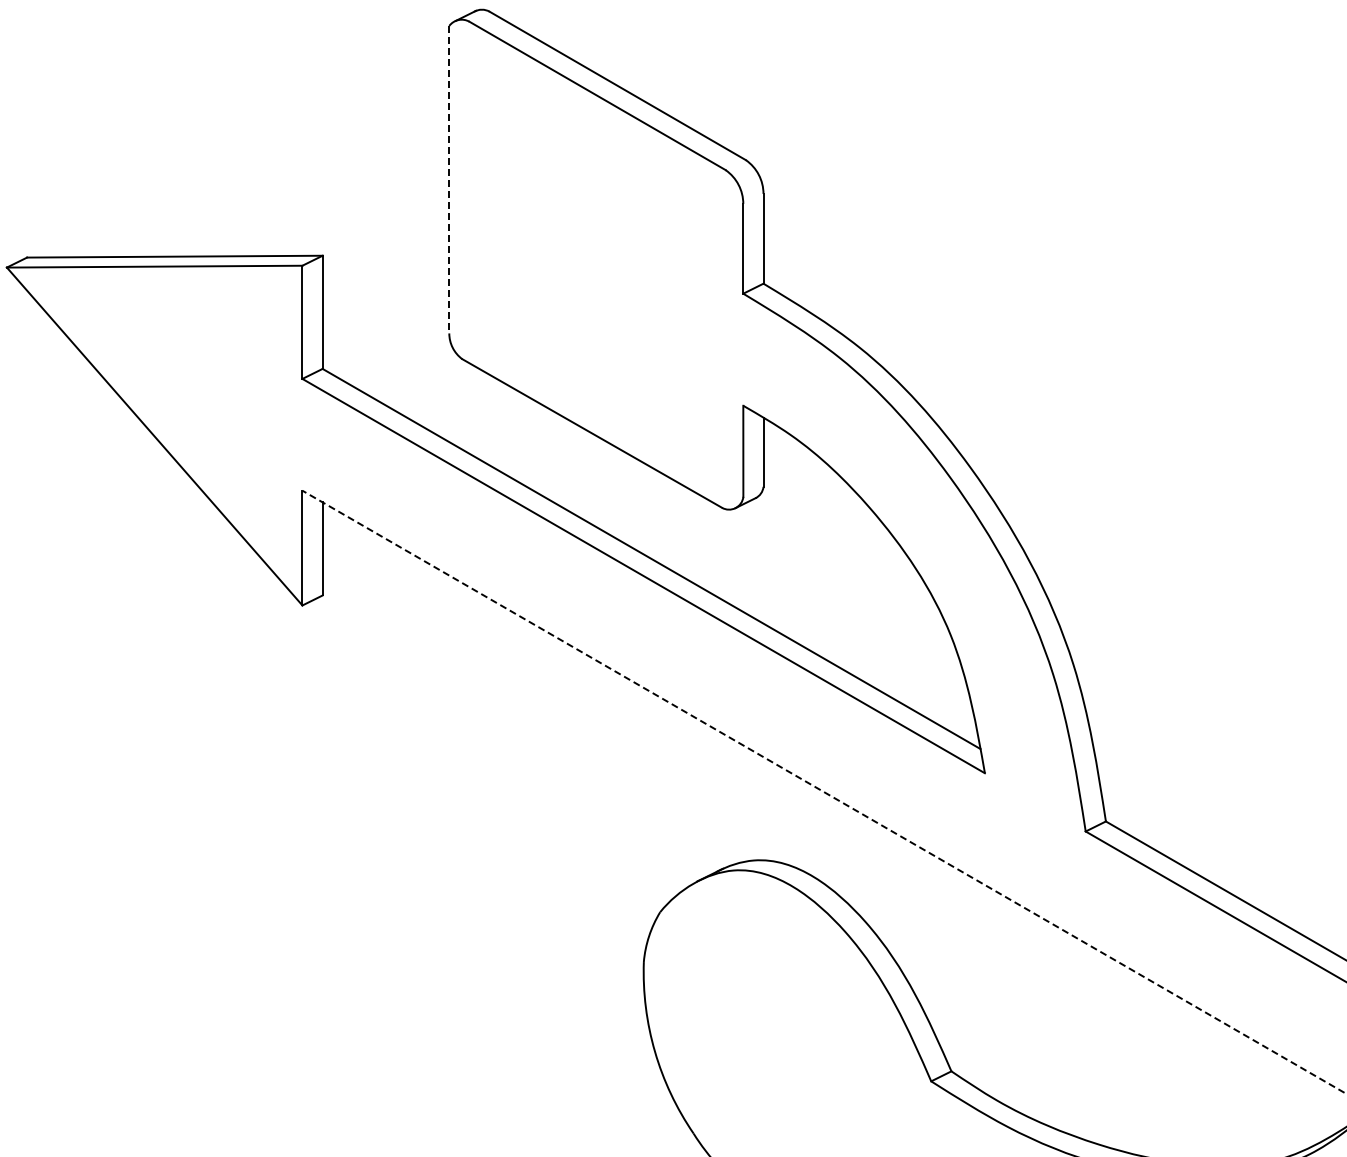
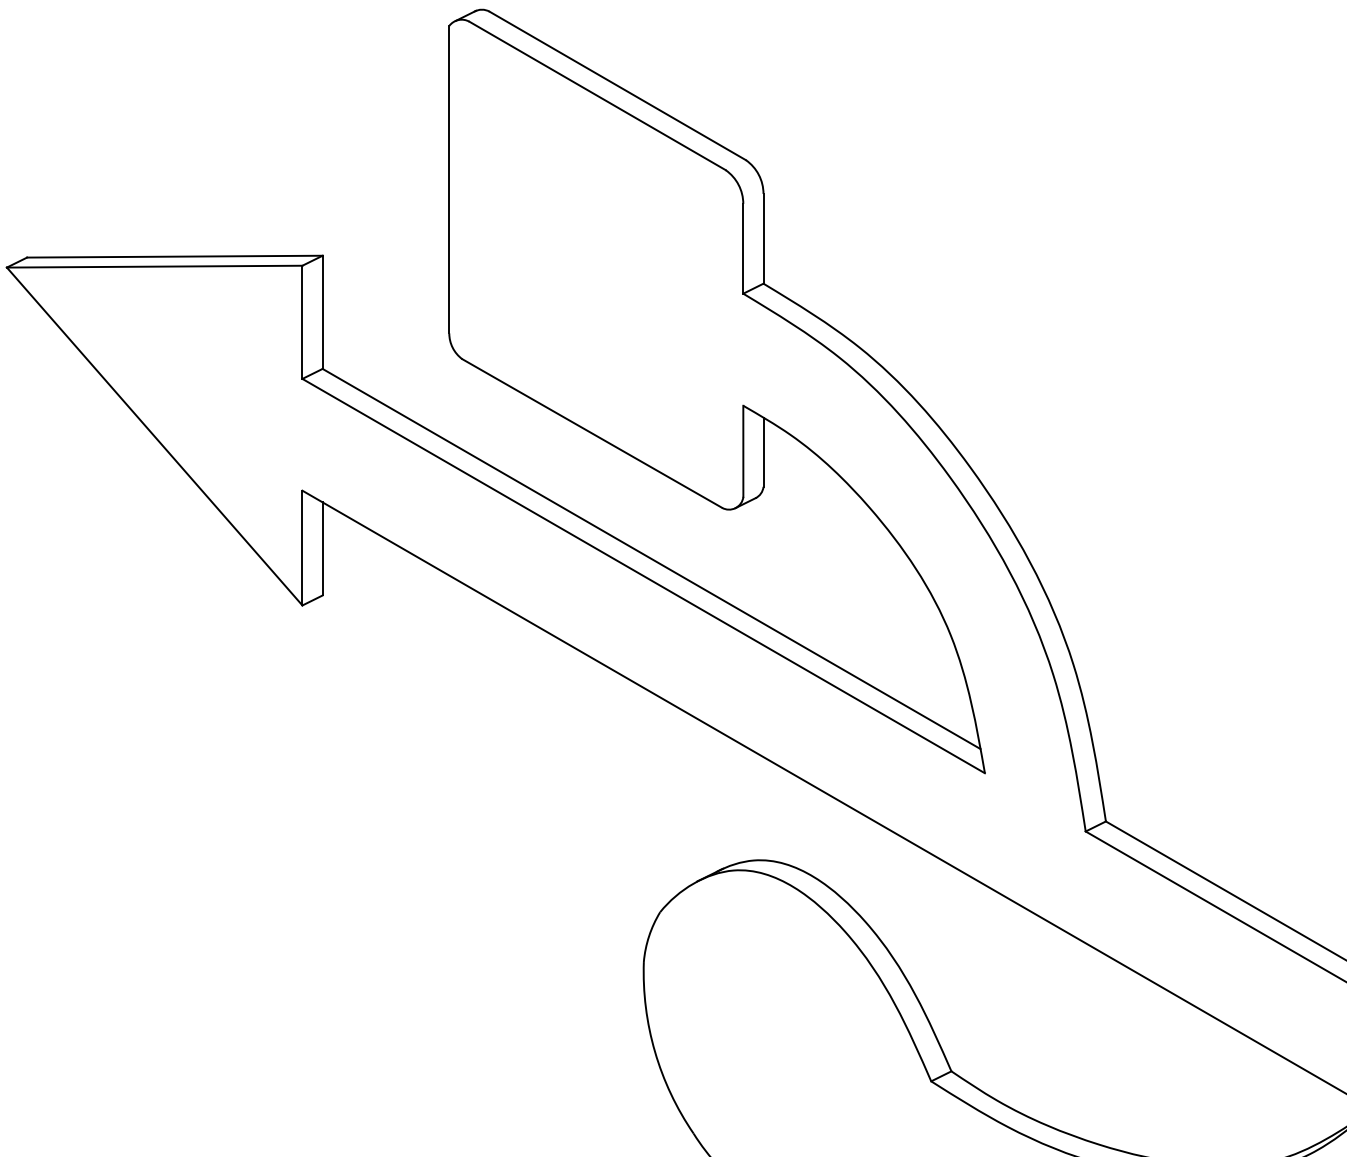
line at (449, 179): dashed -> solid
line at (824, 792): dashed -> solid
